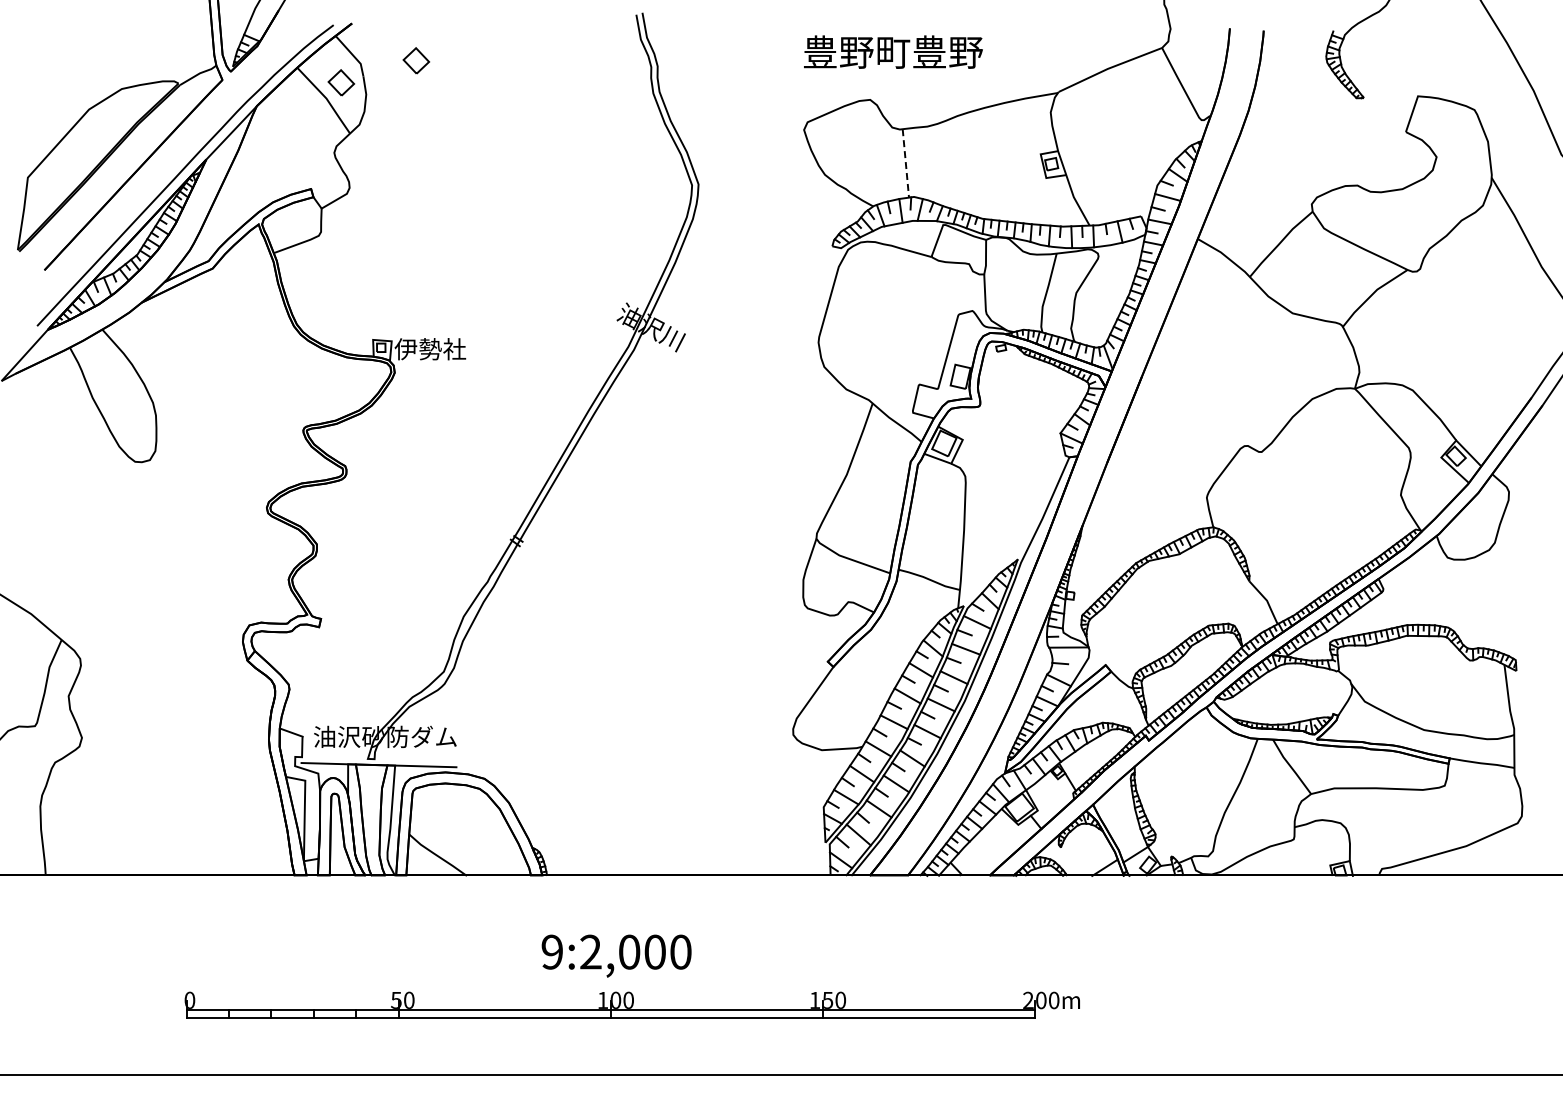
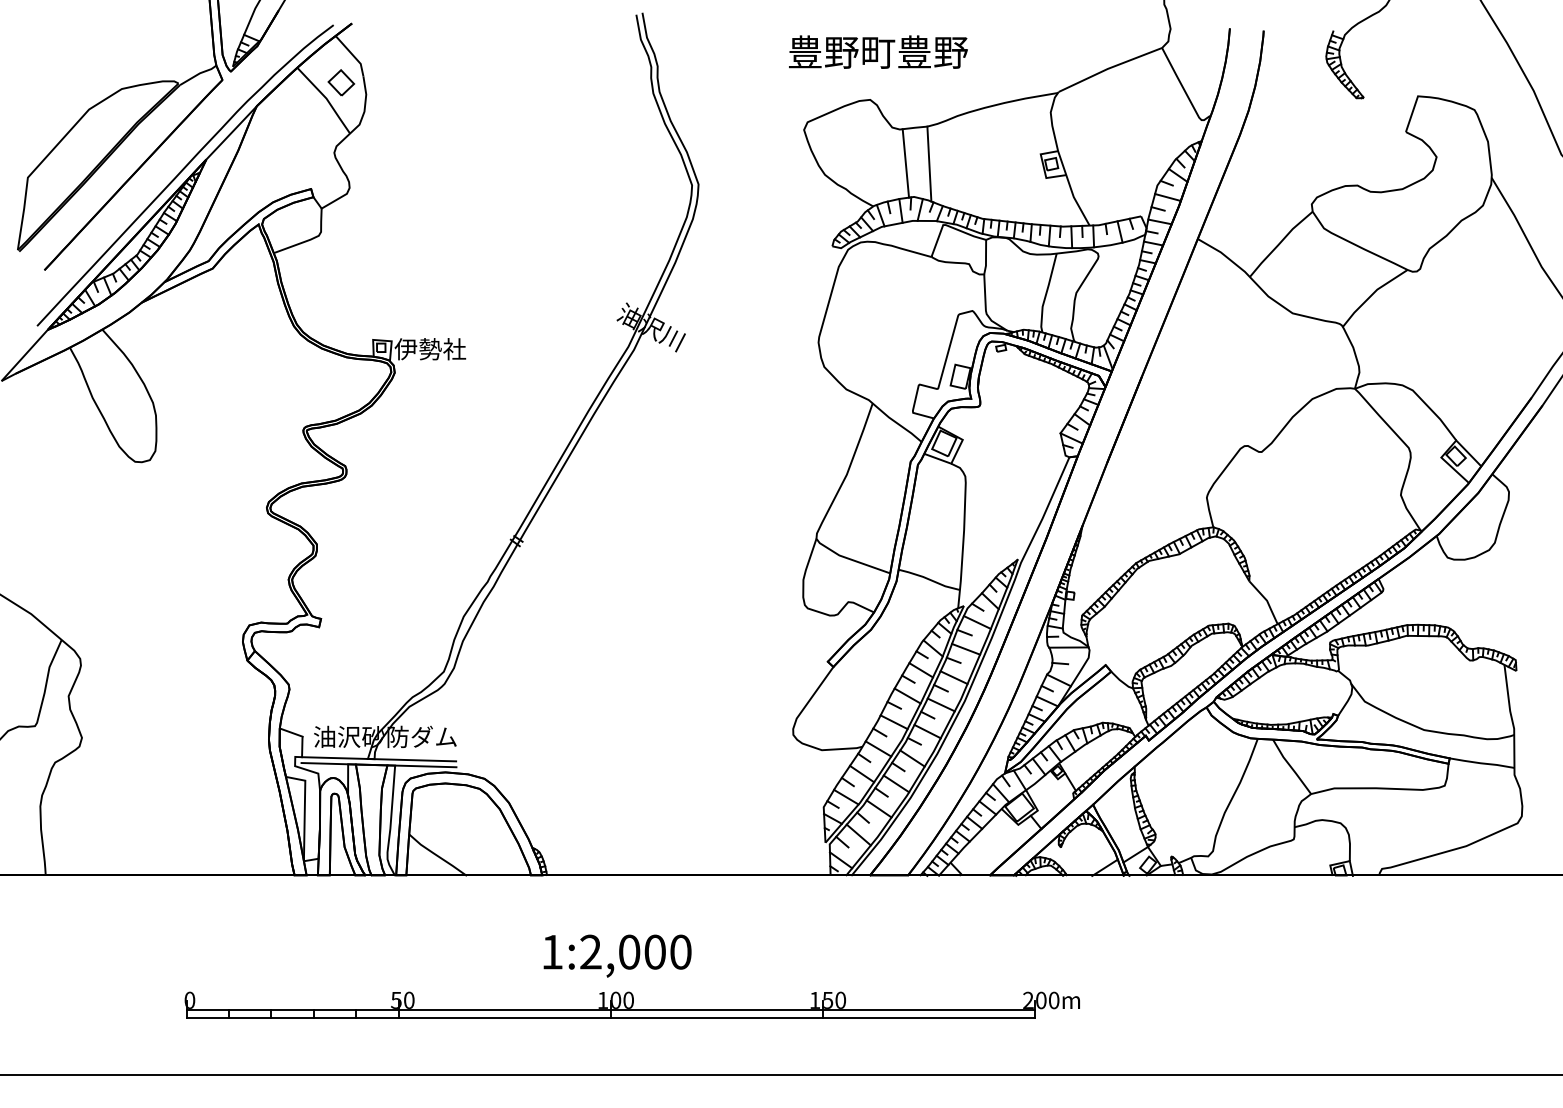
text at (893, 51) position: (893, 51) -> (878, 51)
part at (416, 60): present -> none
line at (905, 163): dashed -> solid
line at (929, 163): none -> present
line at (379, 759): none -> present
text at (551, 951): 9:2,000 -> 1:2,000
